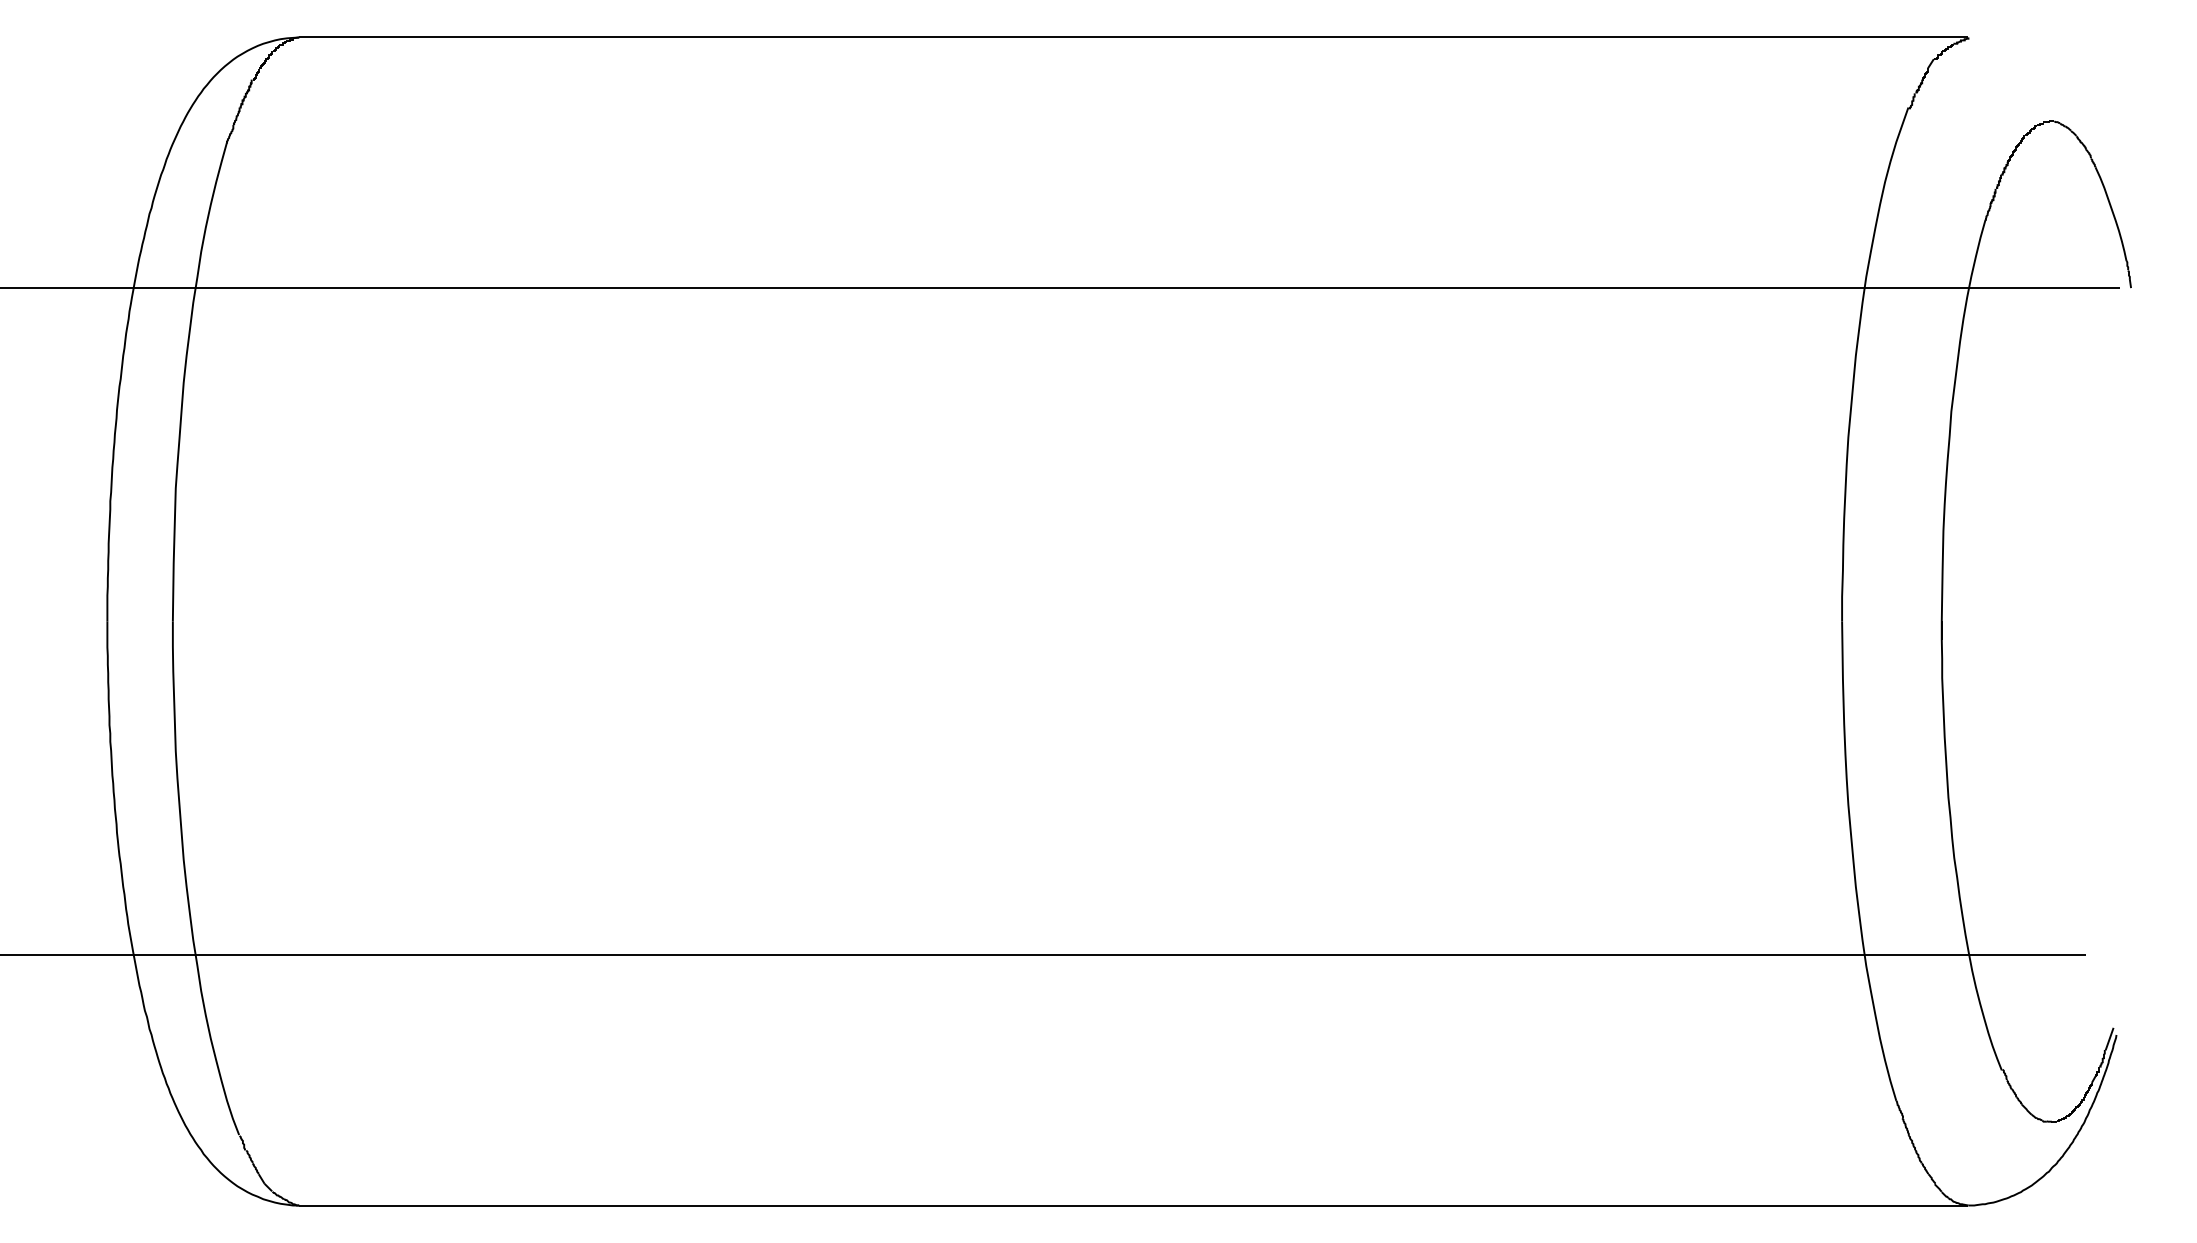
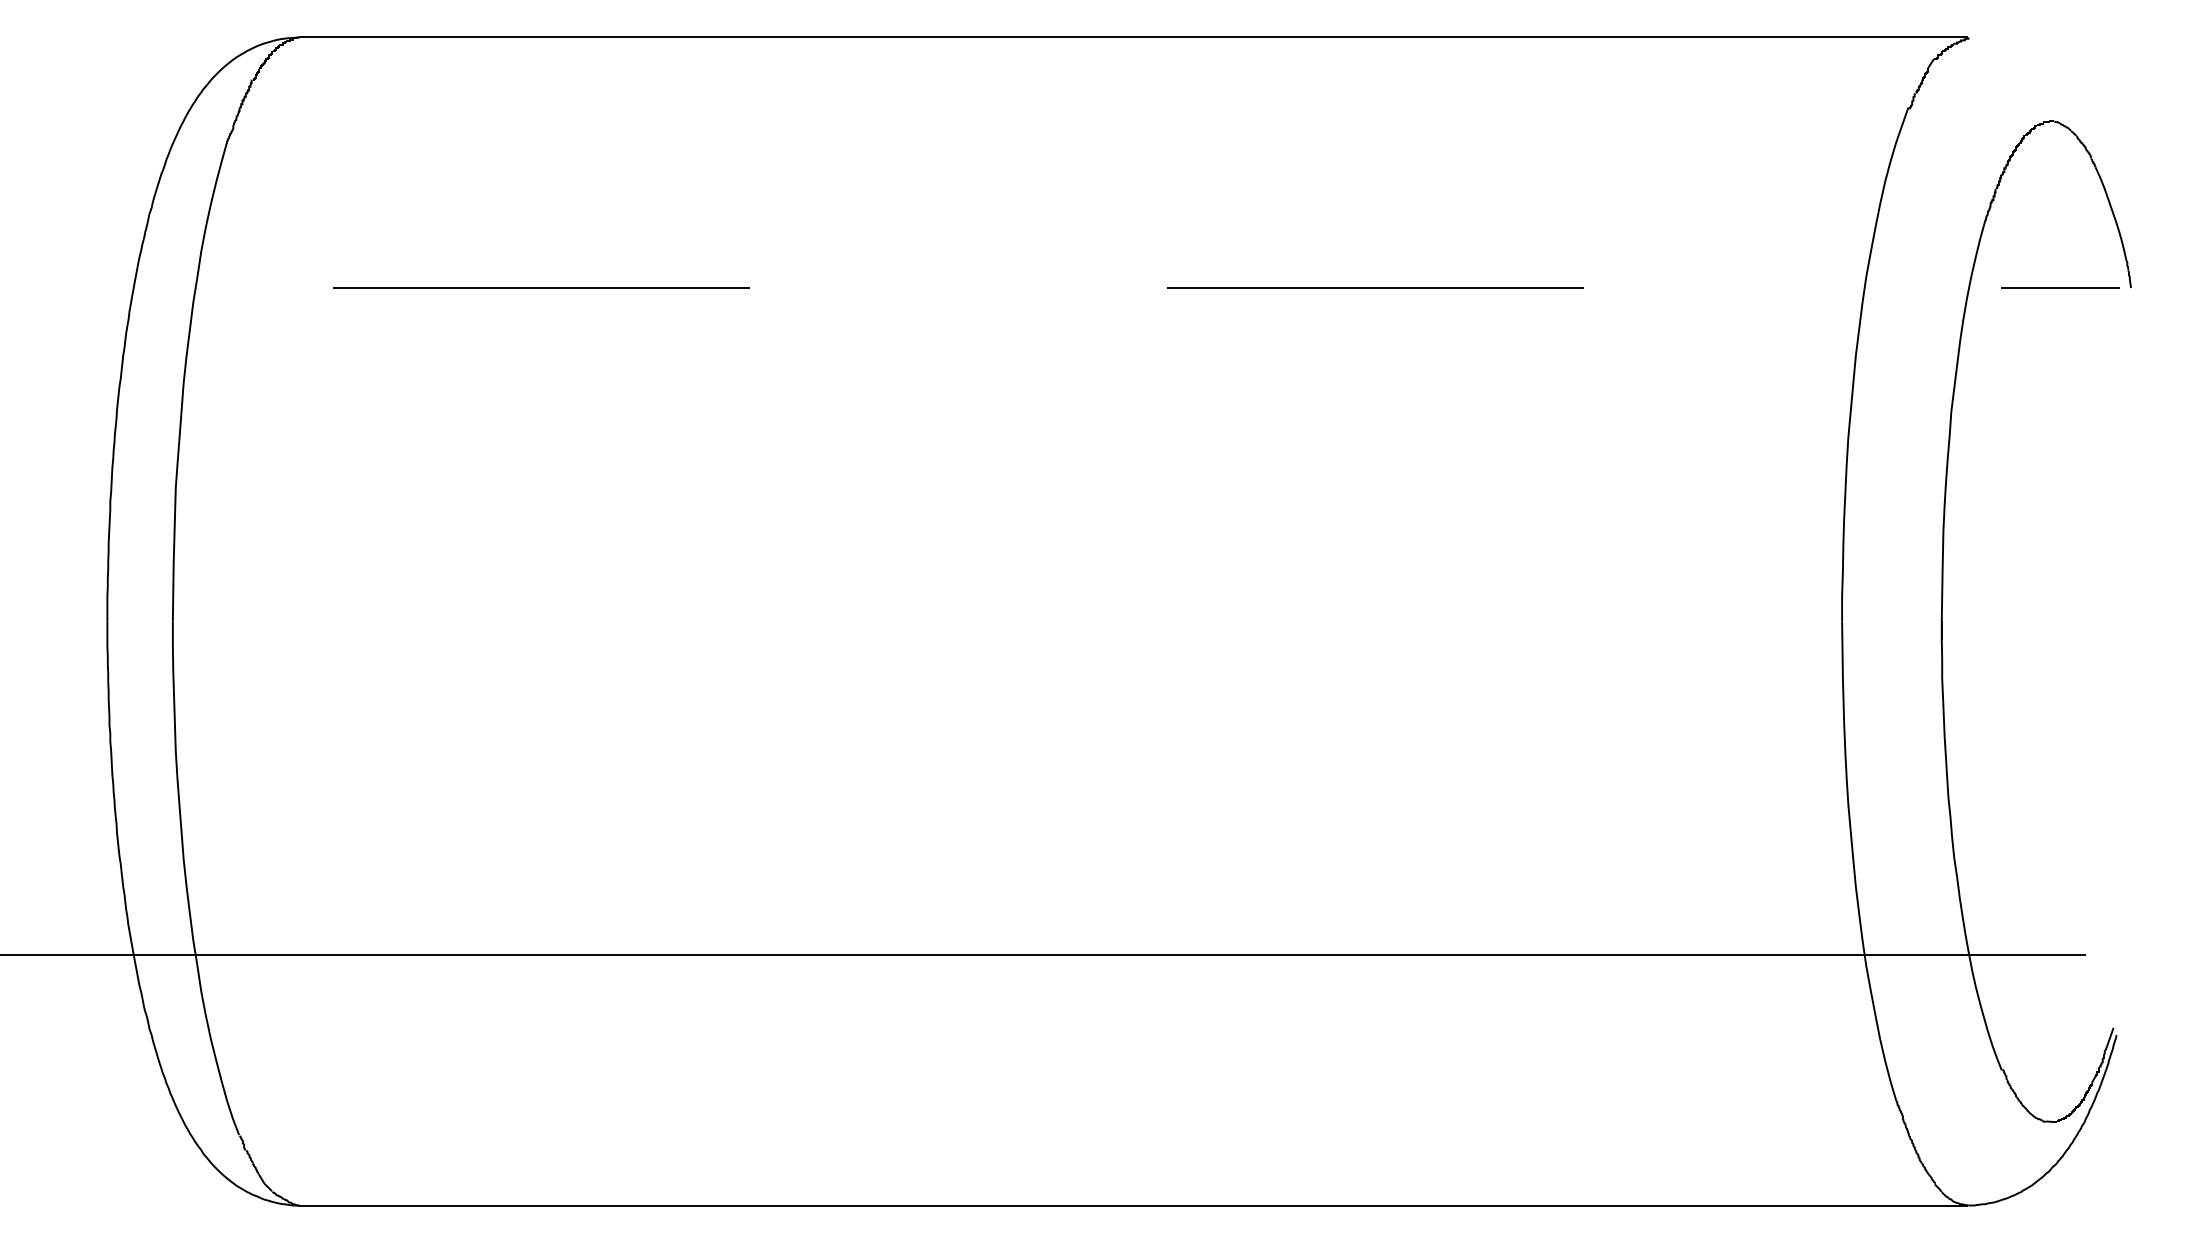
line at (1060, 288): solid -> dashed
